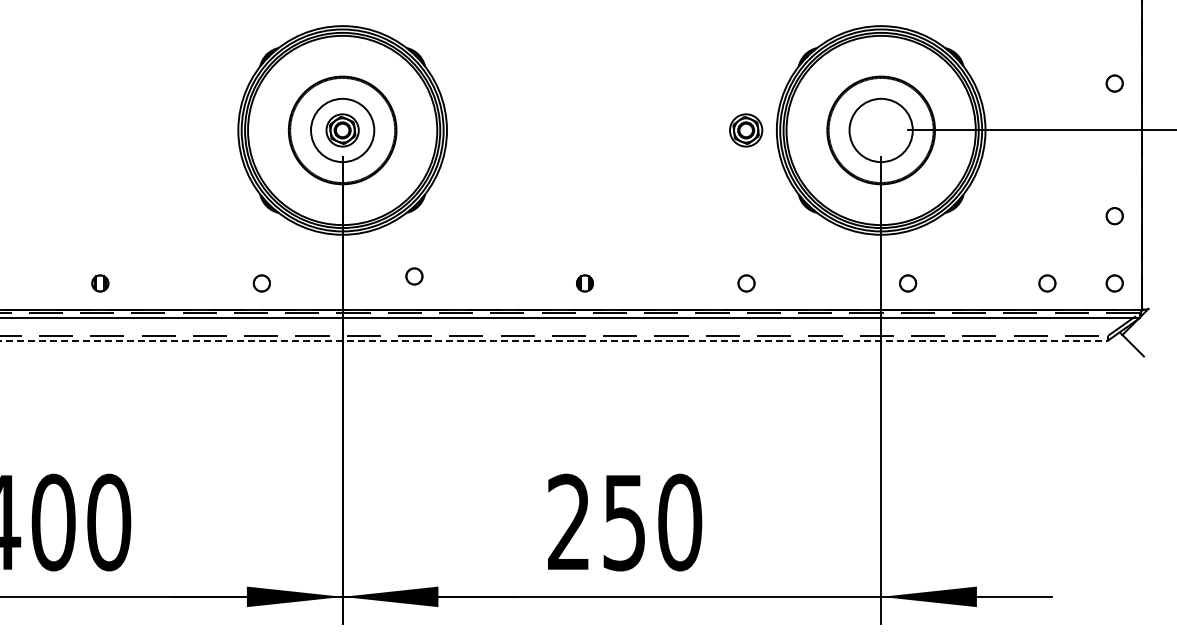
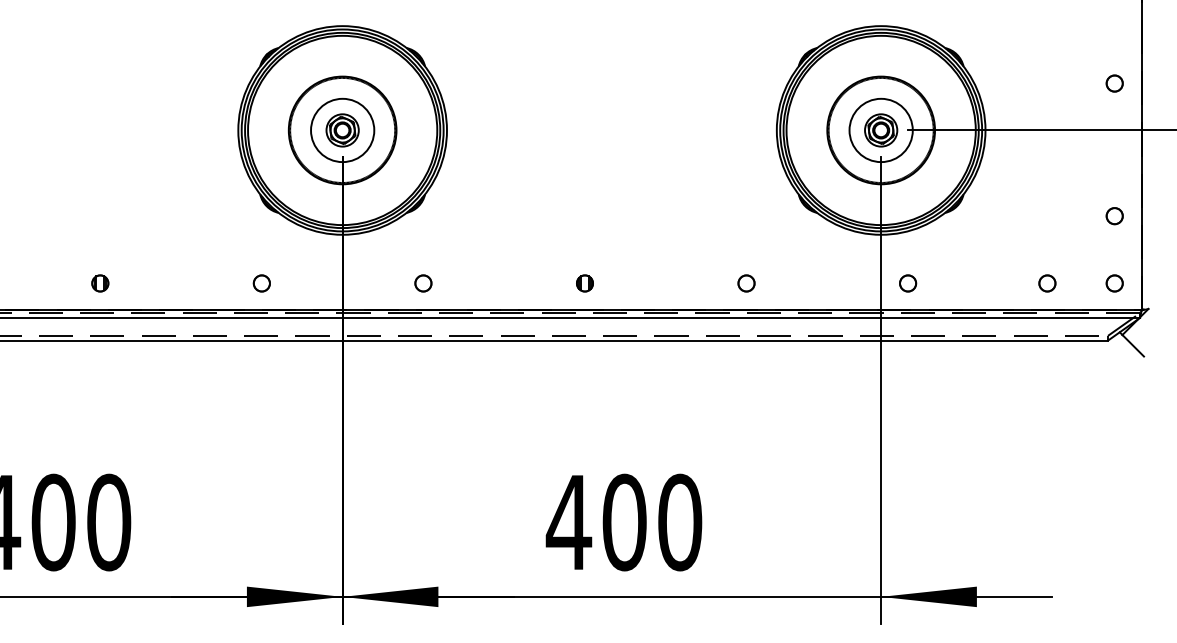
part at (746, 130) position: (746, 130) -> (881, 130)
circle at (414, 276) position: (414, 276) -> (423, 283)
line at (554, 340): dashed -> solid
text at (595, 522): 250 -> 400
